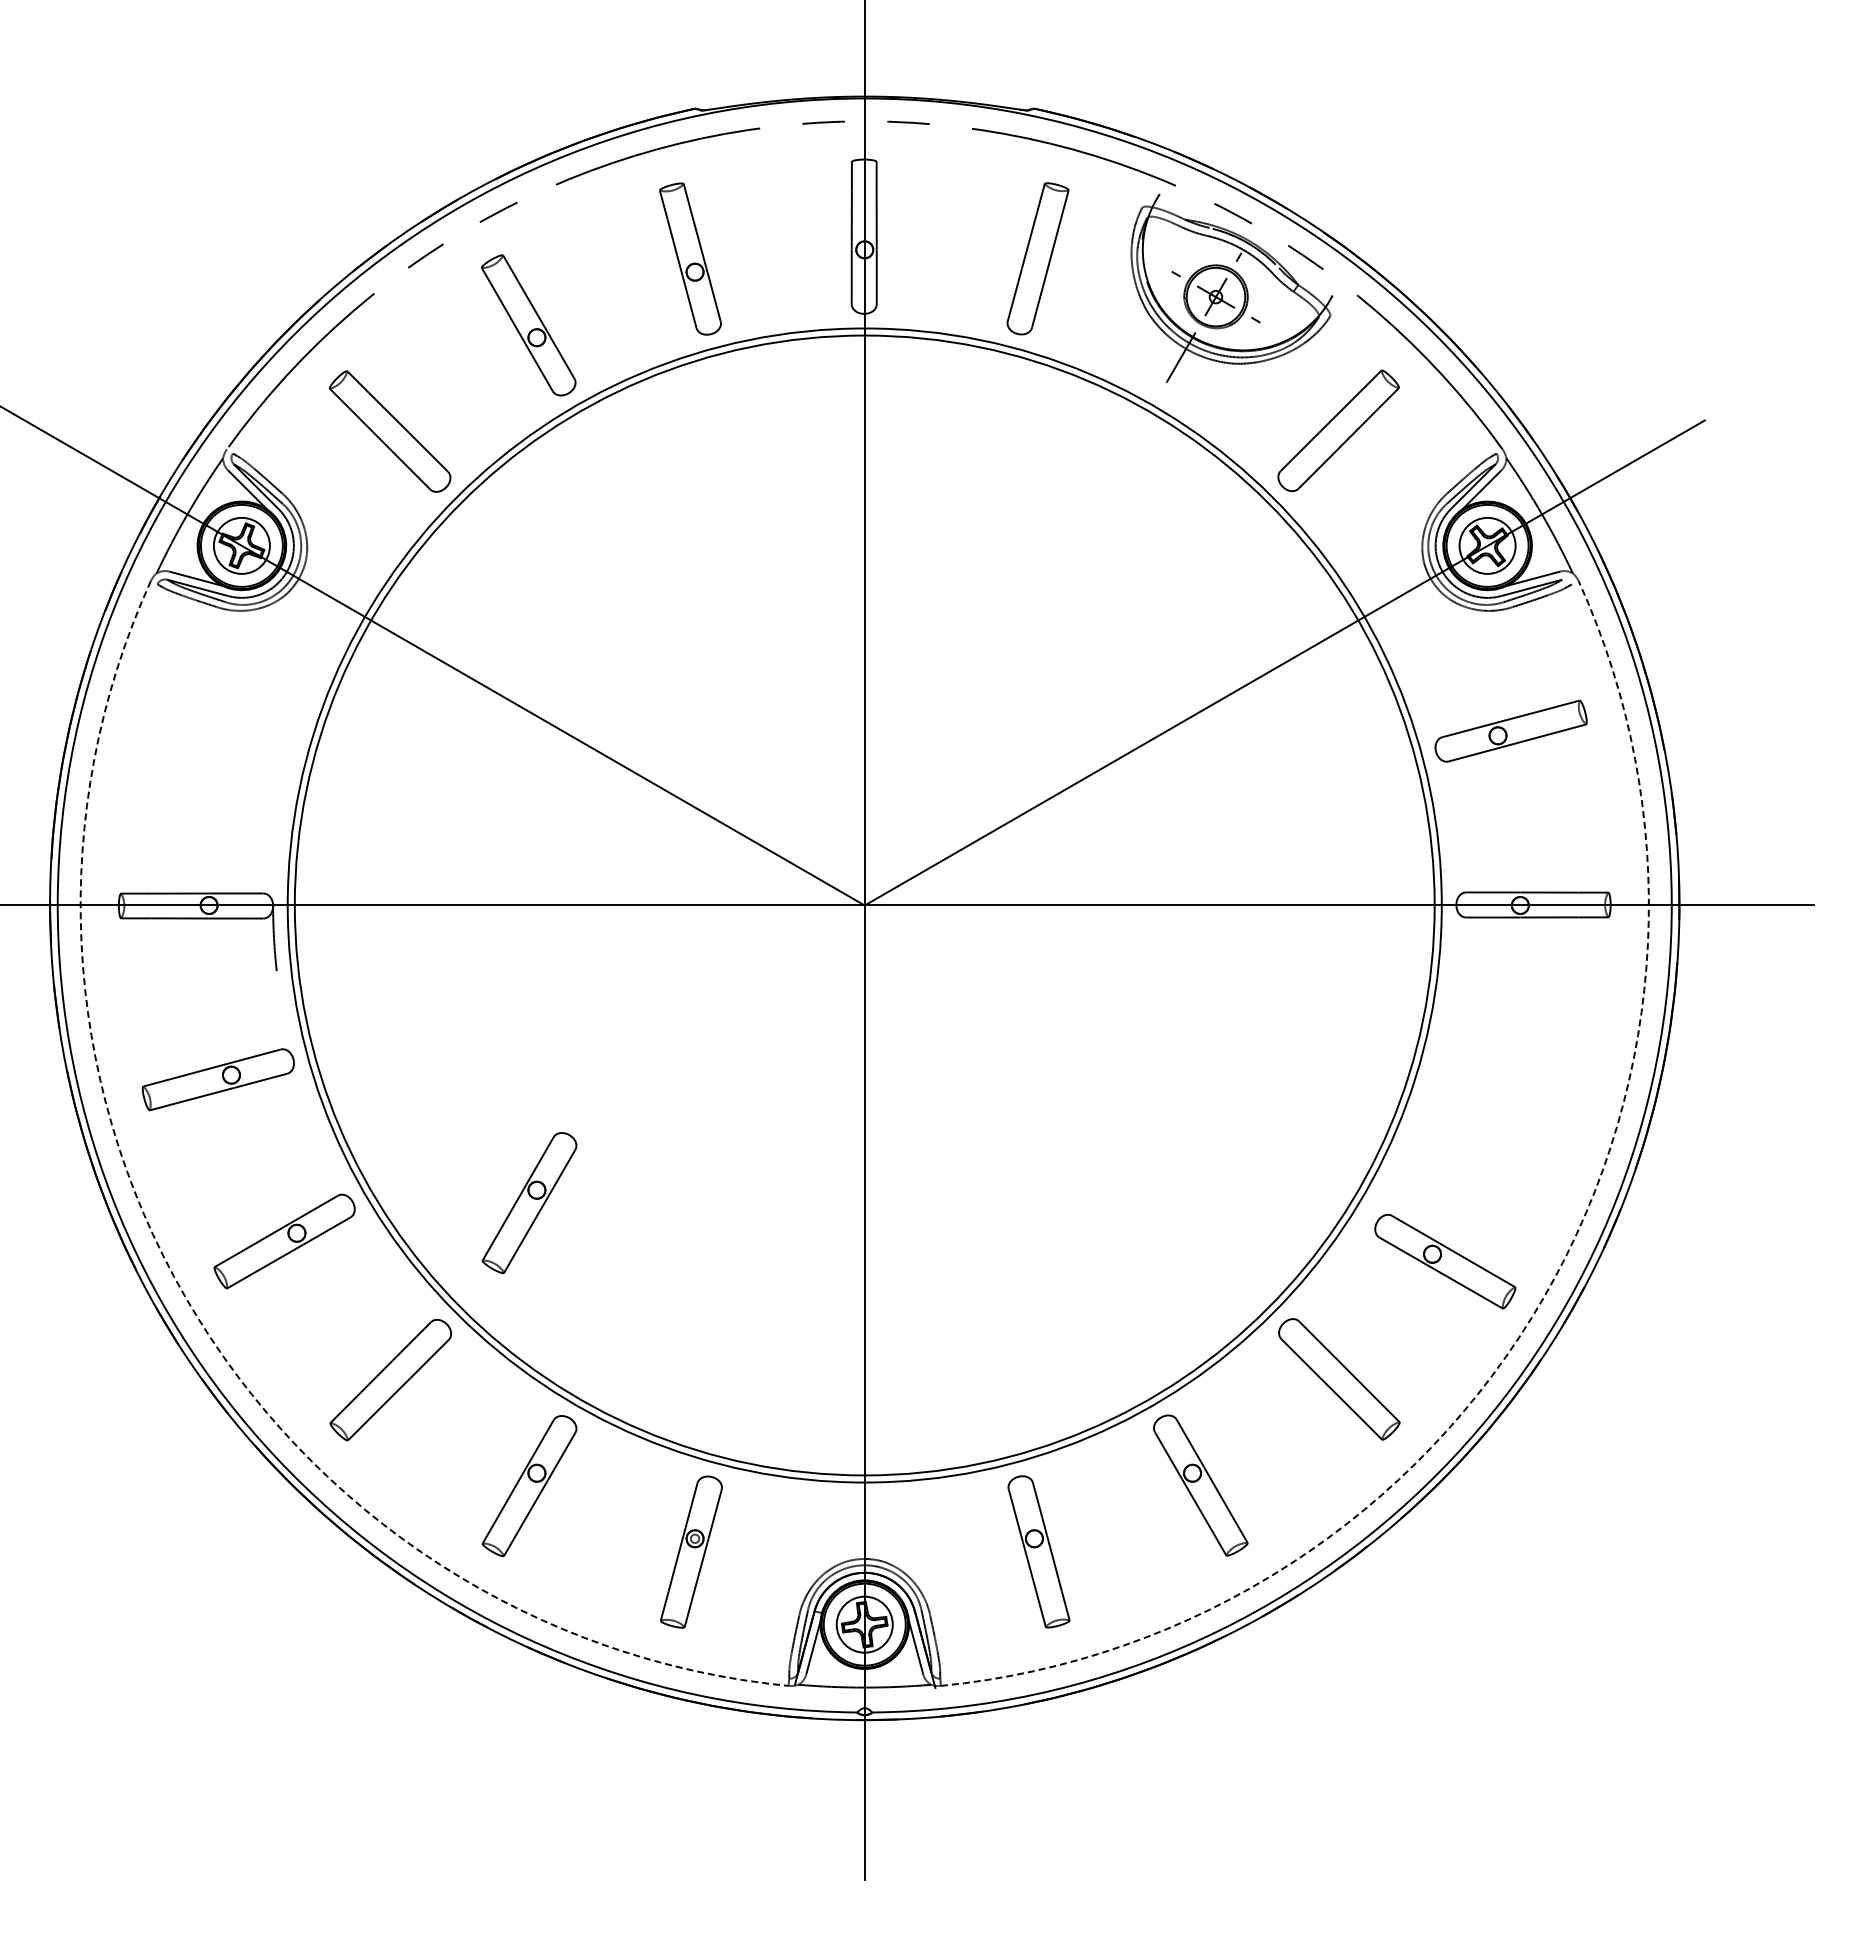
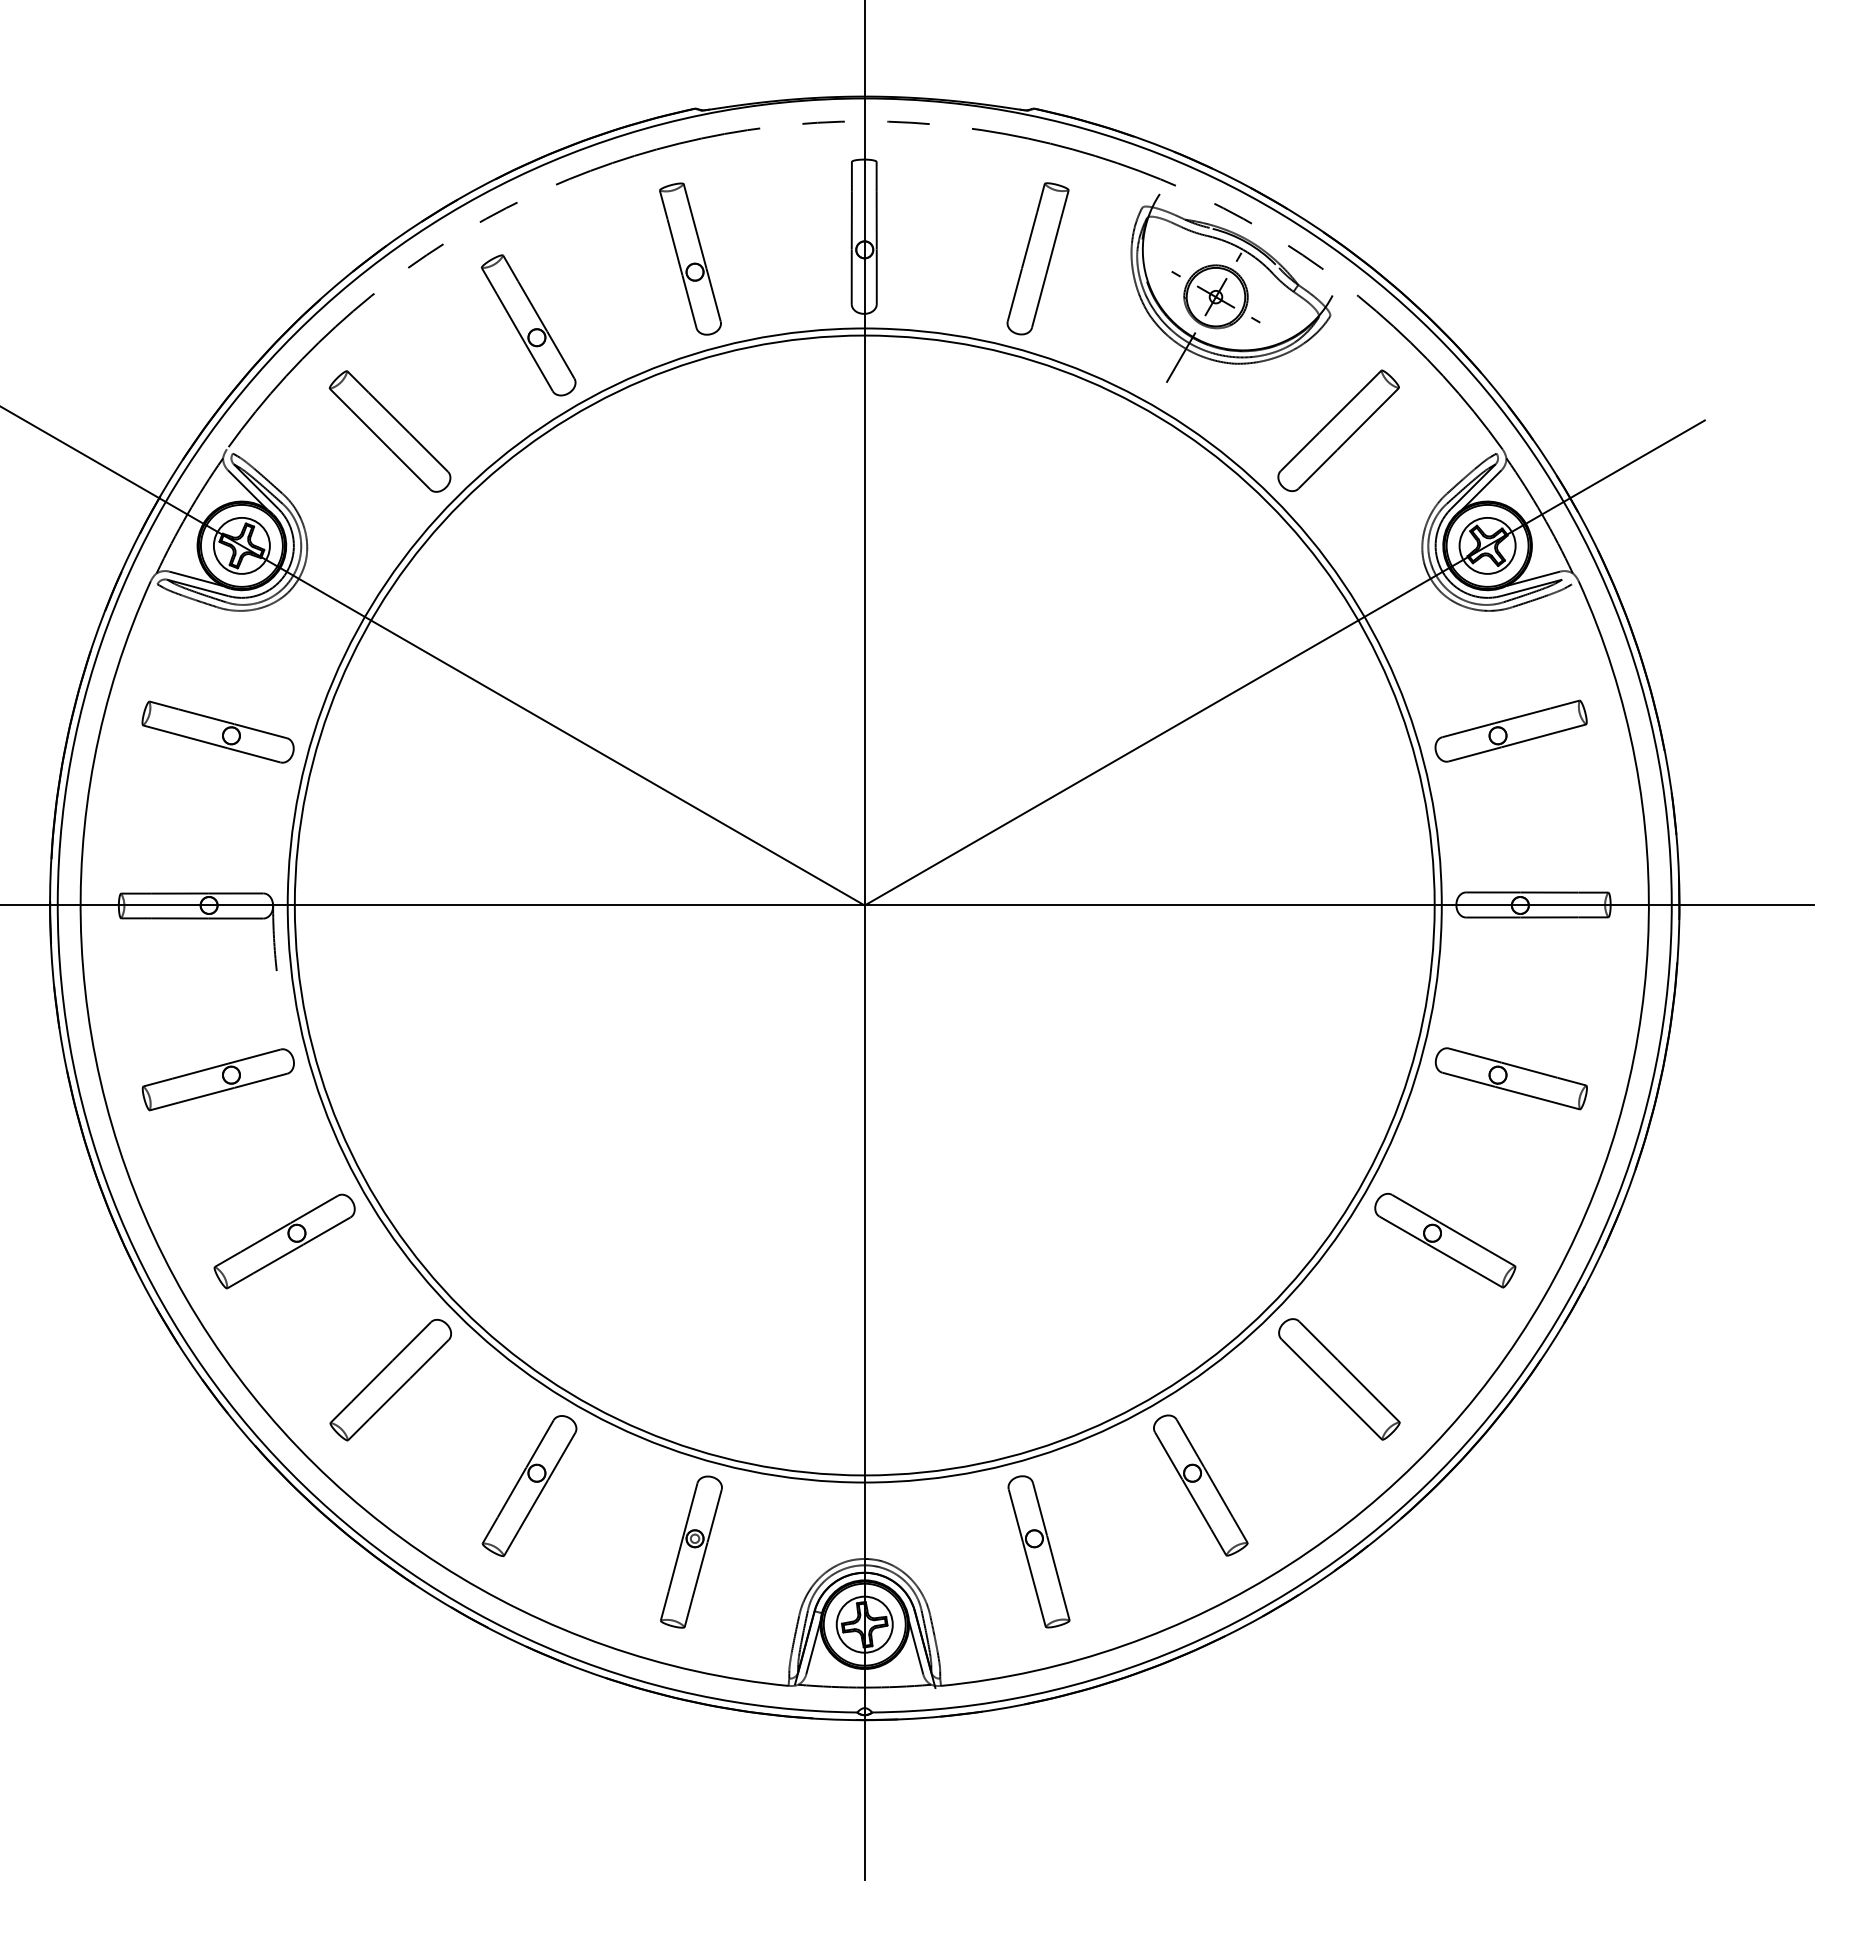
part at (217, 731): none -> present
part at (1510, 1078): none -> present
part at (529, 1202): present -> none
part at (1445, 1261) position: (1445, 1261) -> (1445, 1240)
arc at (185, 1297): dashed -> solid
arc at (1543, 1297): dashed -> solid
